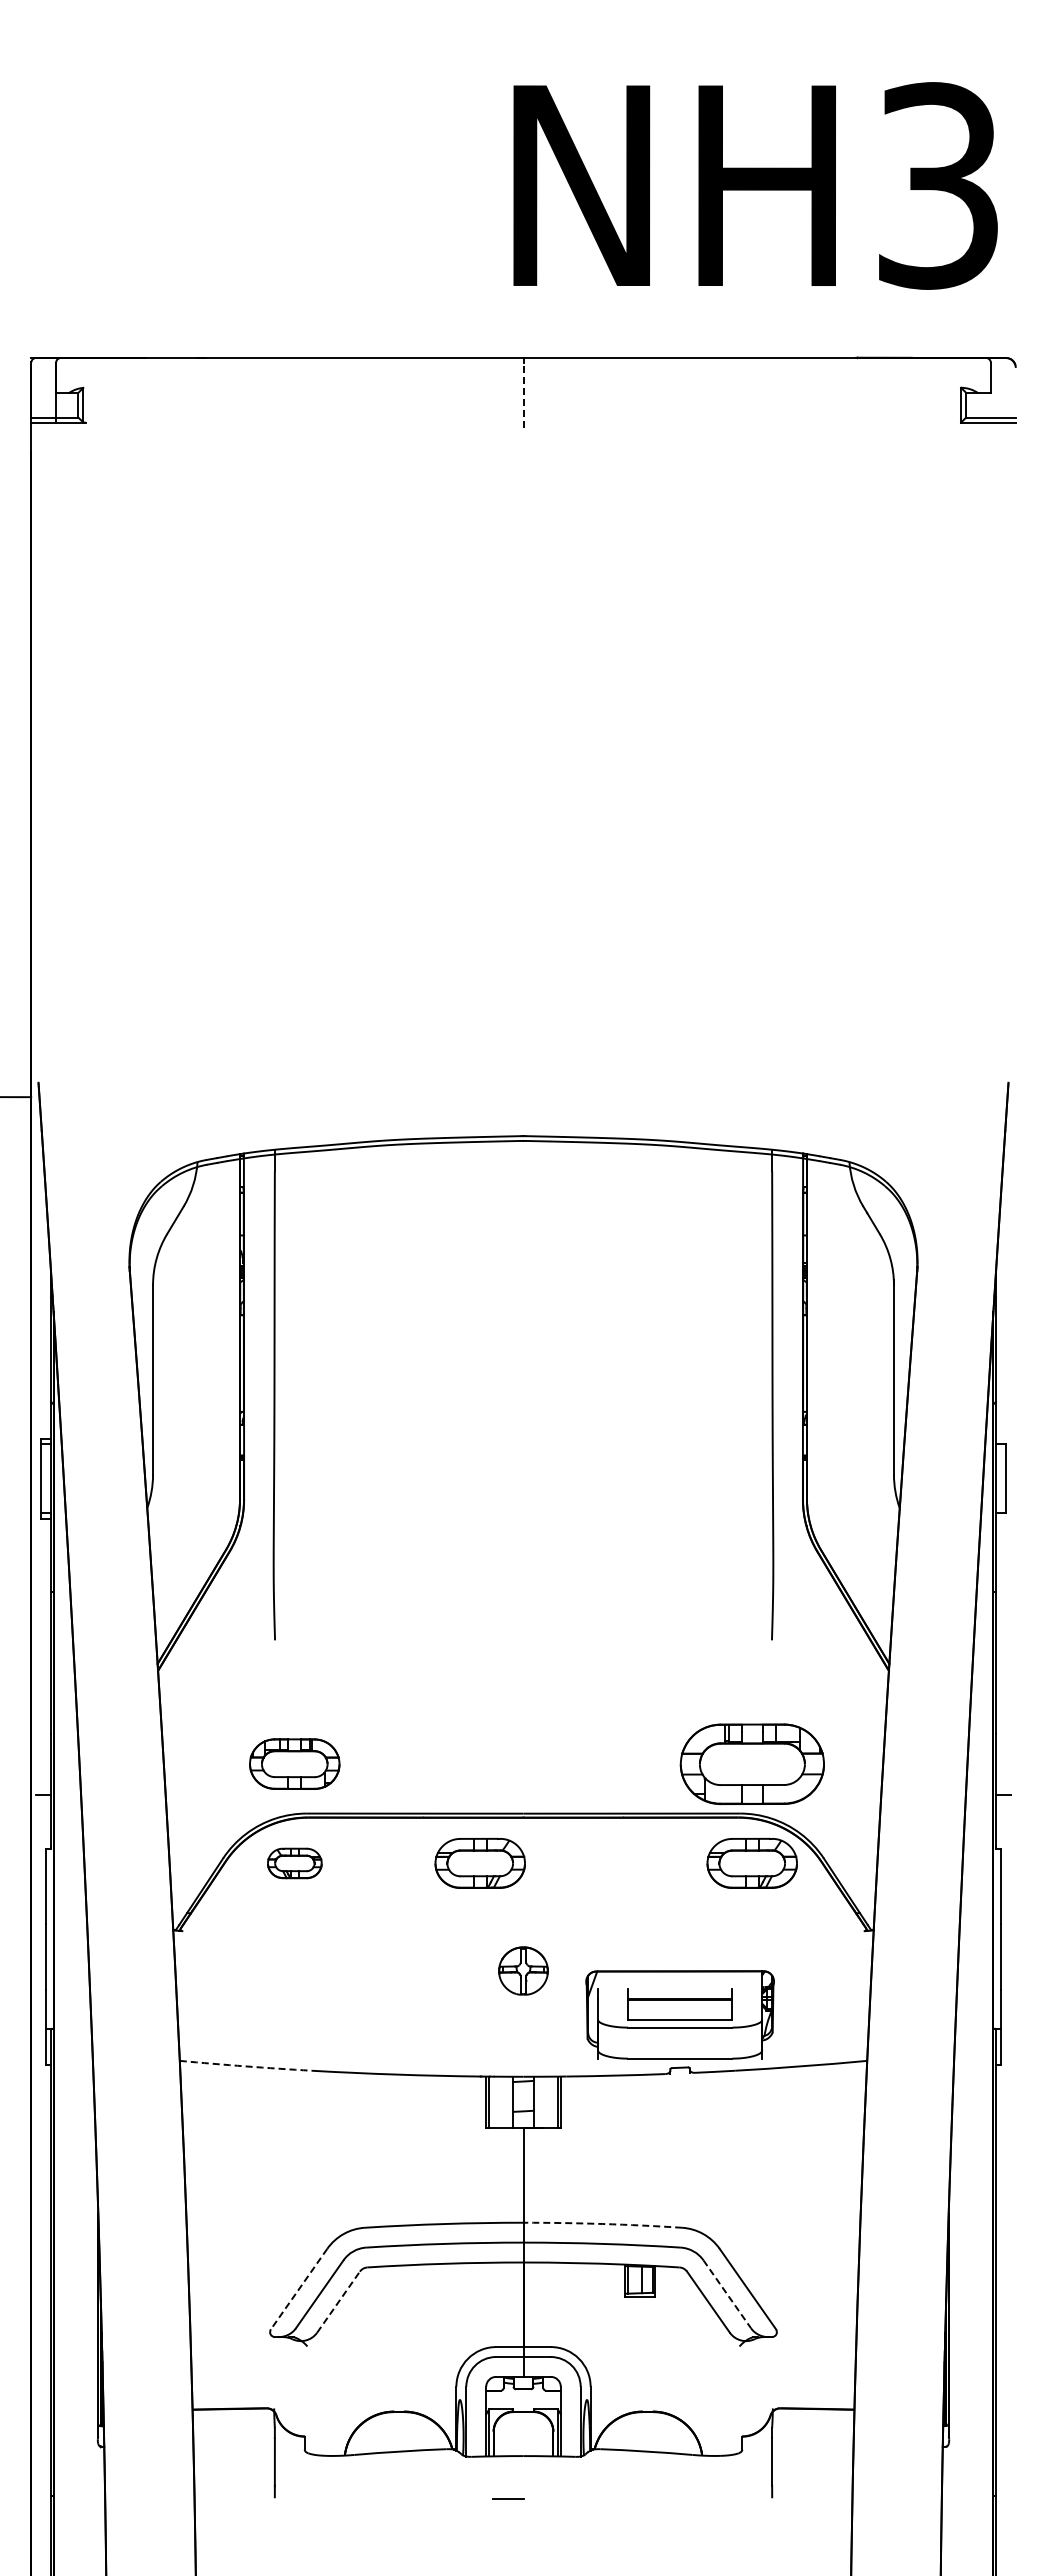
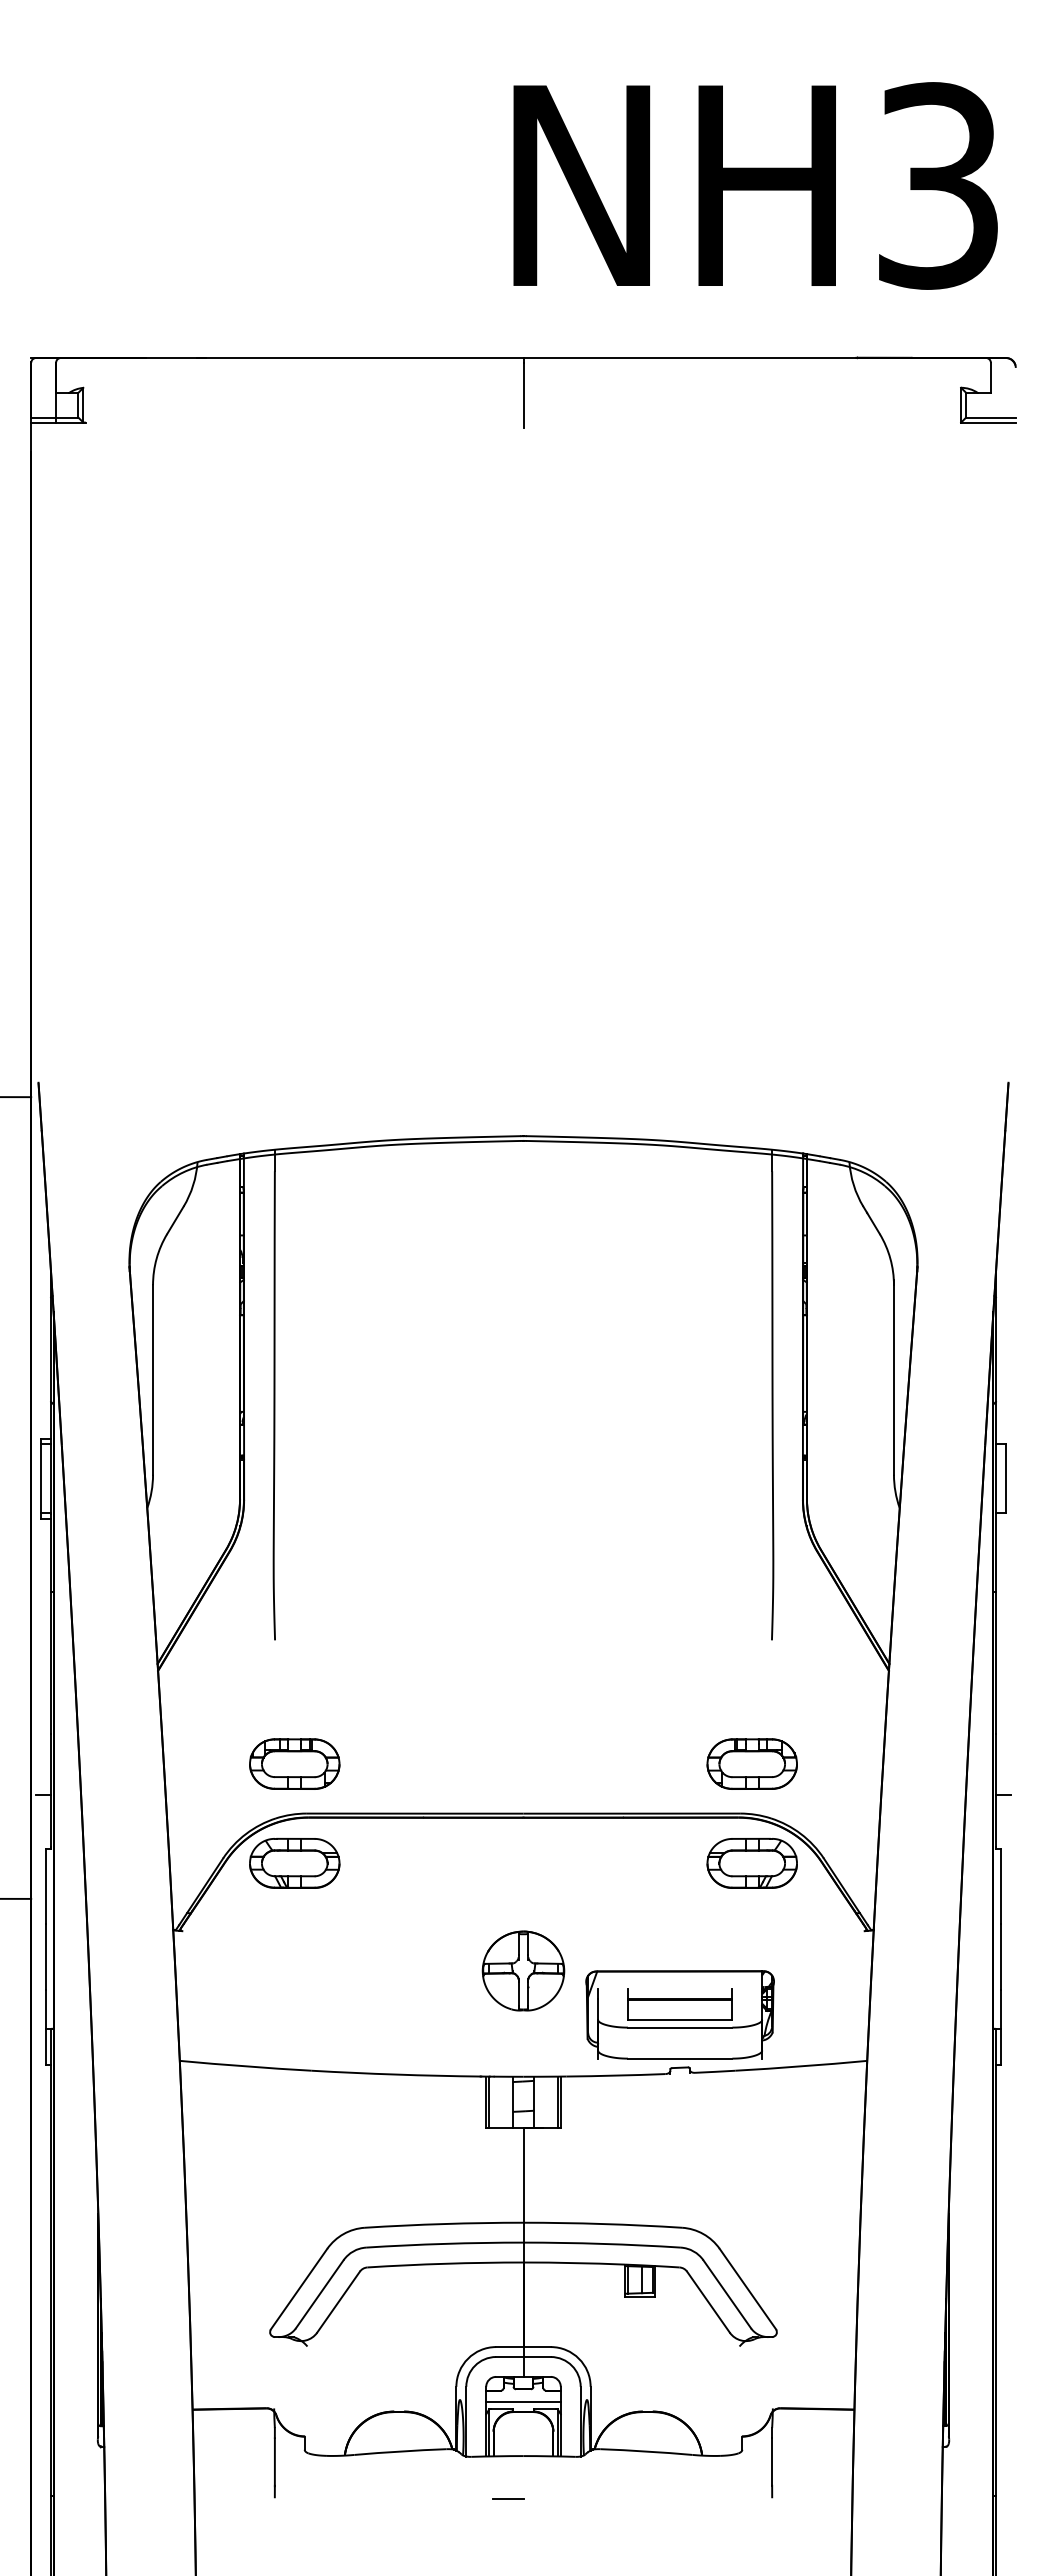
line at (523, 394): dashed -> solid
part at (751, 1764) size: 146x83 px -> 92x52 px
part at (294, 1863) size: 56x33 px -> 92x51 px
part at (479, 1863): present -> none
line at (16, 1898): none -> present
part at (523, 1970) size: 51x50 px -> 85x82 px
arc at (245, 2066): dashed -> solid
arc at (602, 2224): dashed -> solid
line at (298, 2289): dashed -> solid
line at (727, 2294): dashed -> solid
line at (338, 2301): dashed -> solid
line at (523, 2401): none -> present
